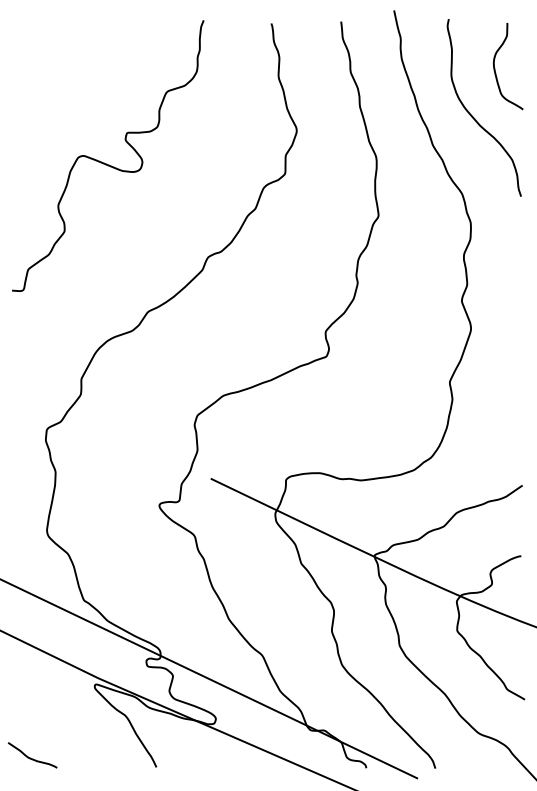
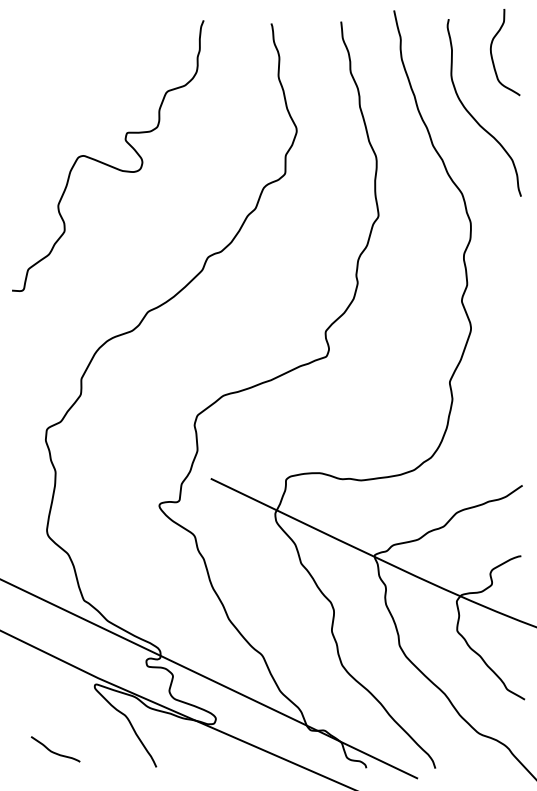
curve at (495, 68) position: (495, 68) -> (492, 54)
curve at (30, 757) position: (30, 757) -> (53, 751)
